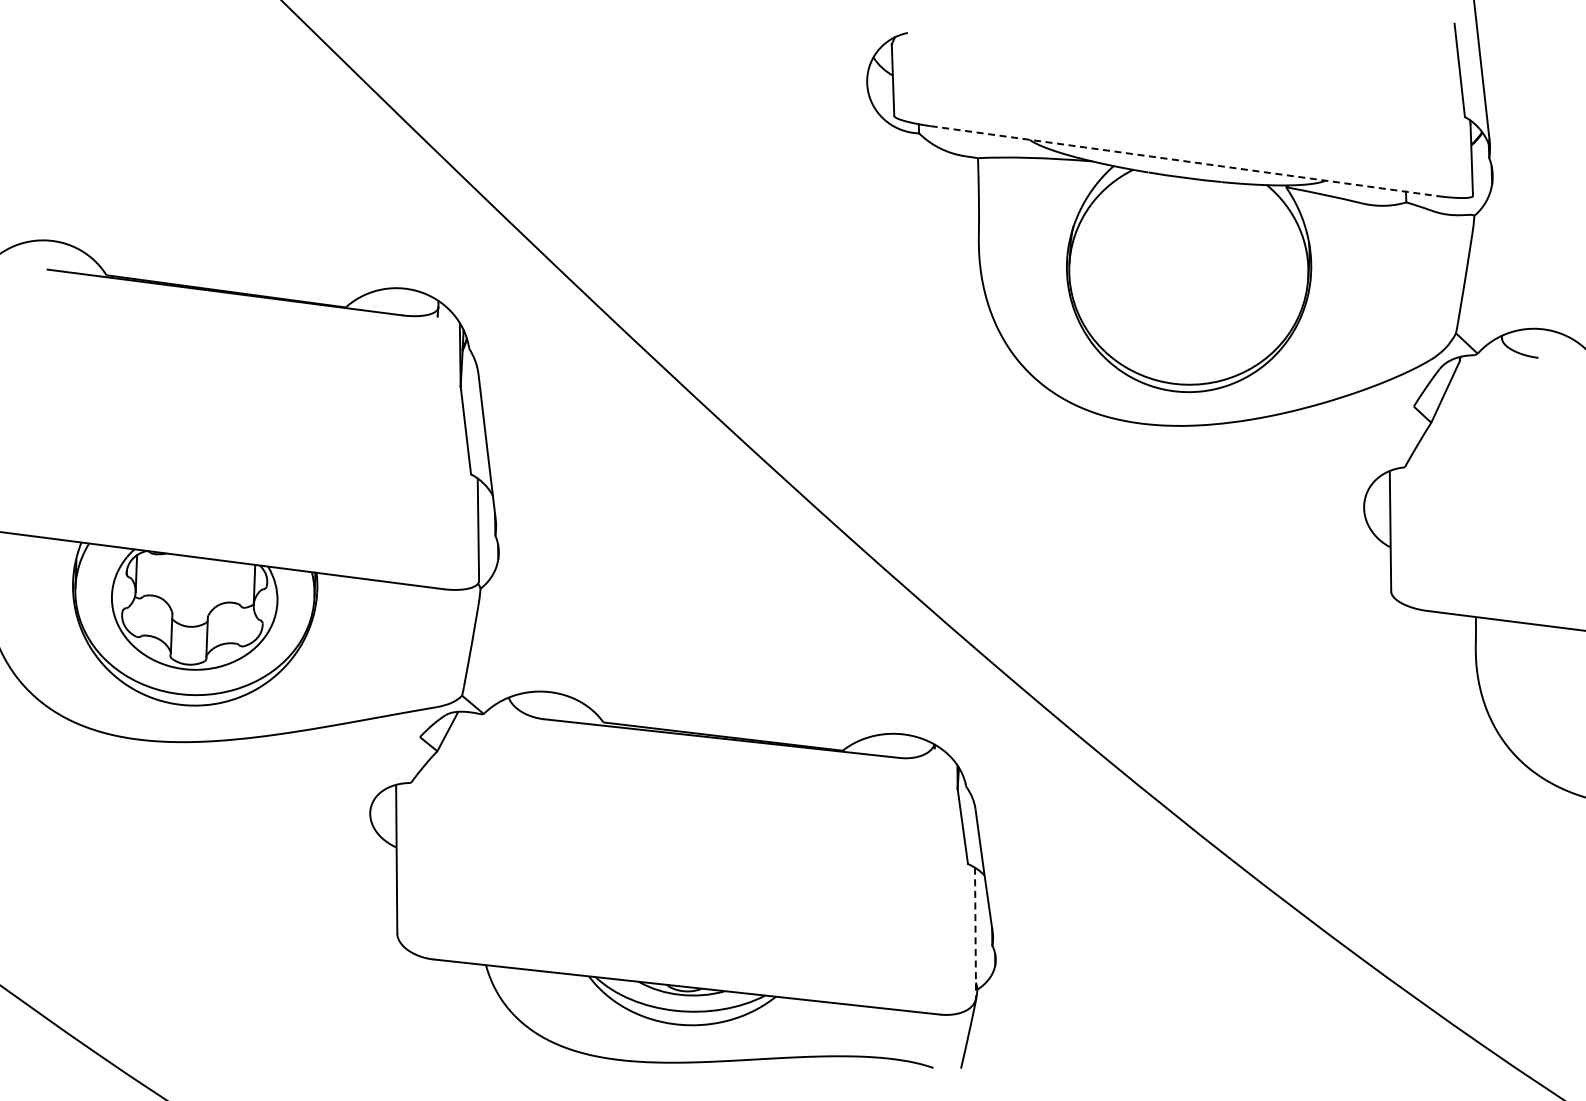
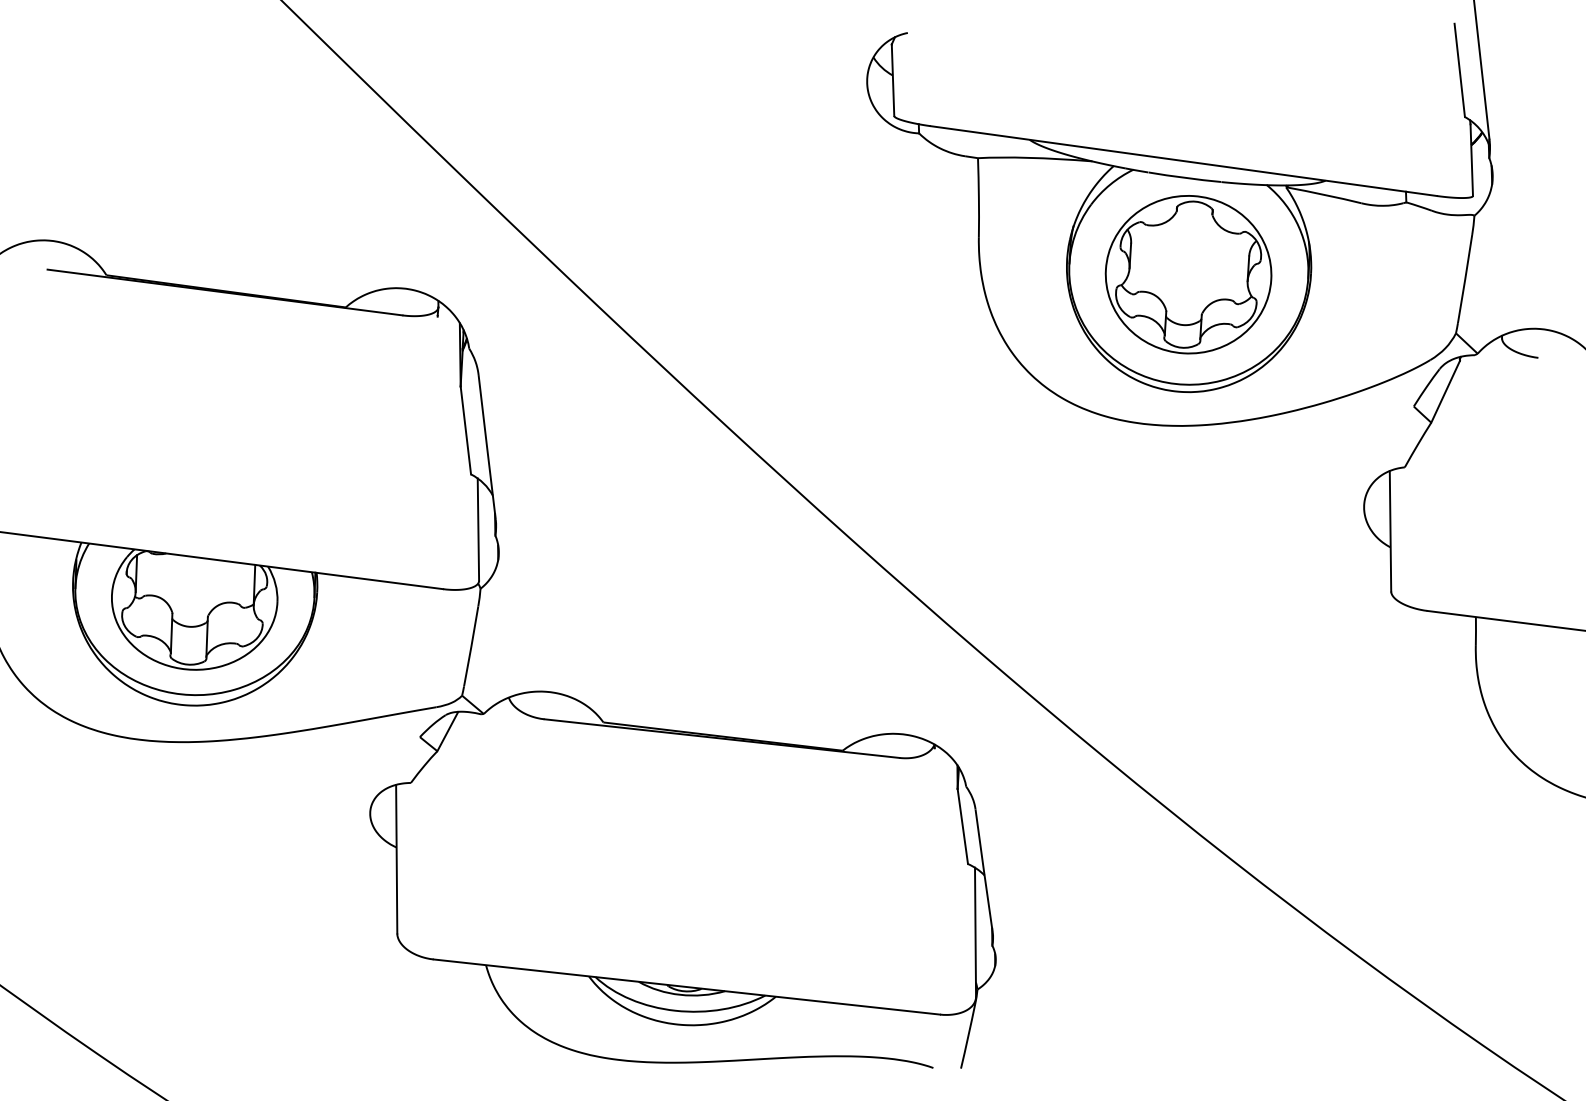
line at (1183, 161): dashed -> solid
part at (1188, 274): none -> present
line at (975, 932): dashed -> solid
